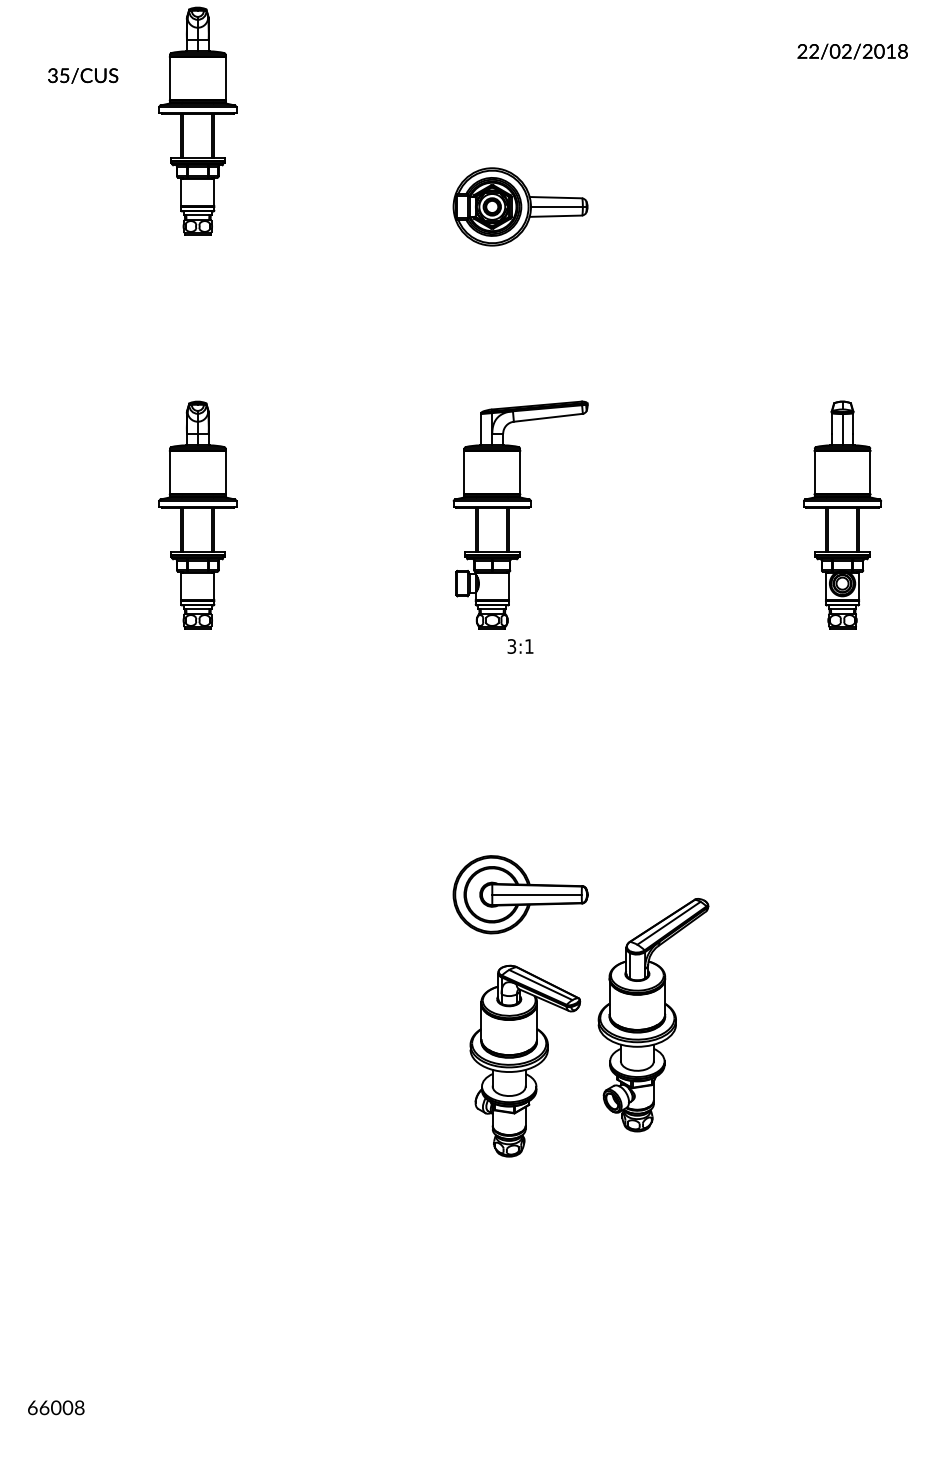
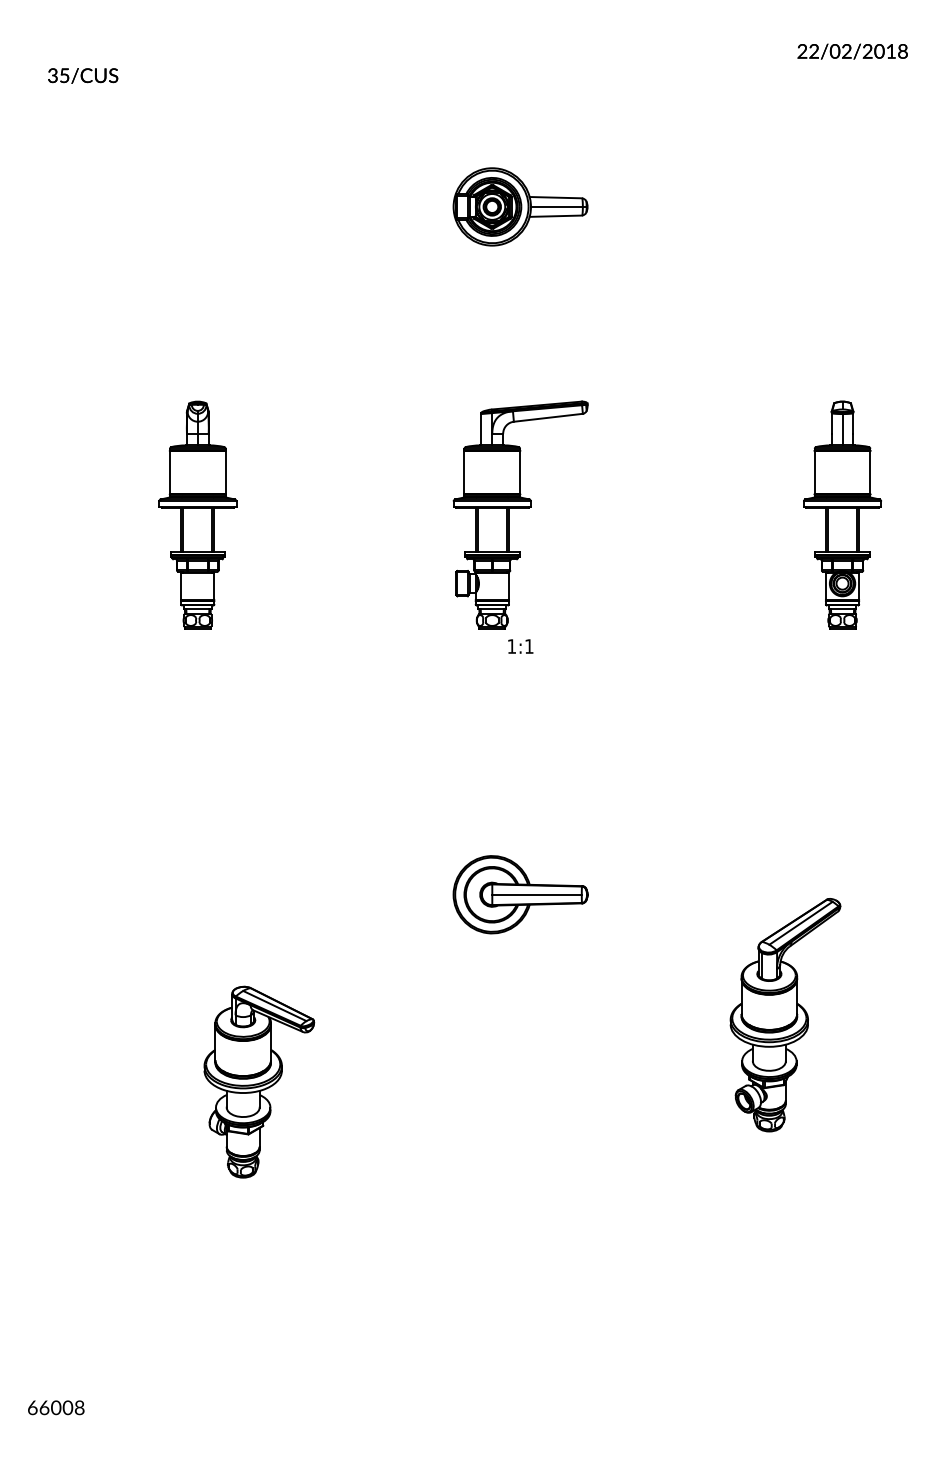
part at (197, 120): present -> none
text at (511, 646): 3:1 -> 1:1
part at (653, 1015) position: (653, 1015) -> (785, 1015)
part at (525, 1060) position: (525, 1060) -> (259, 1081)
